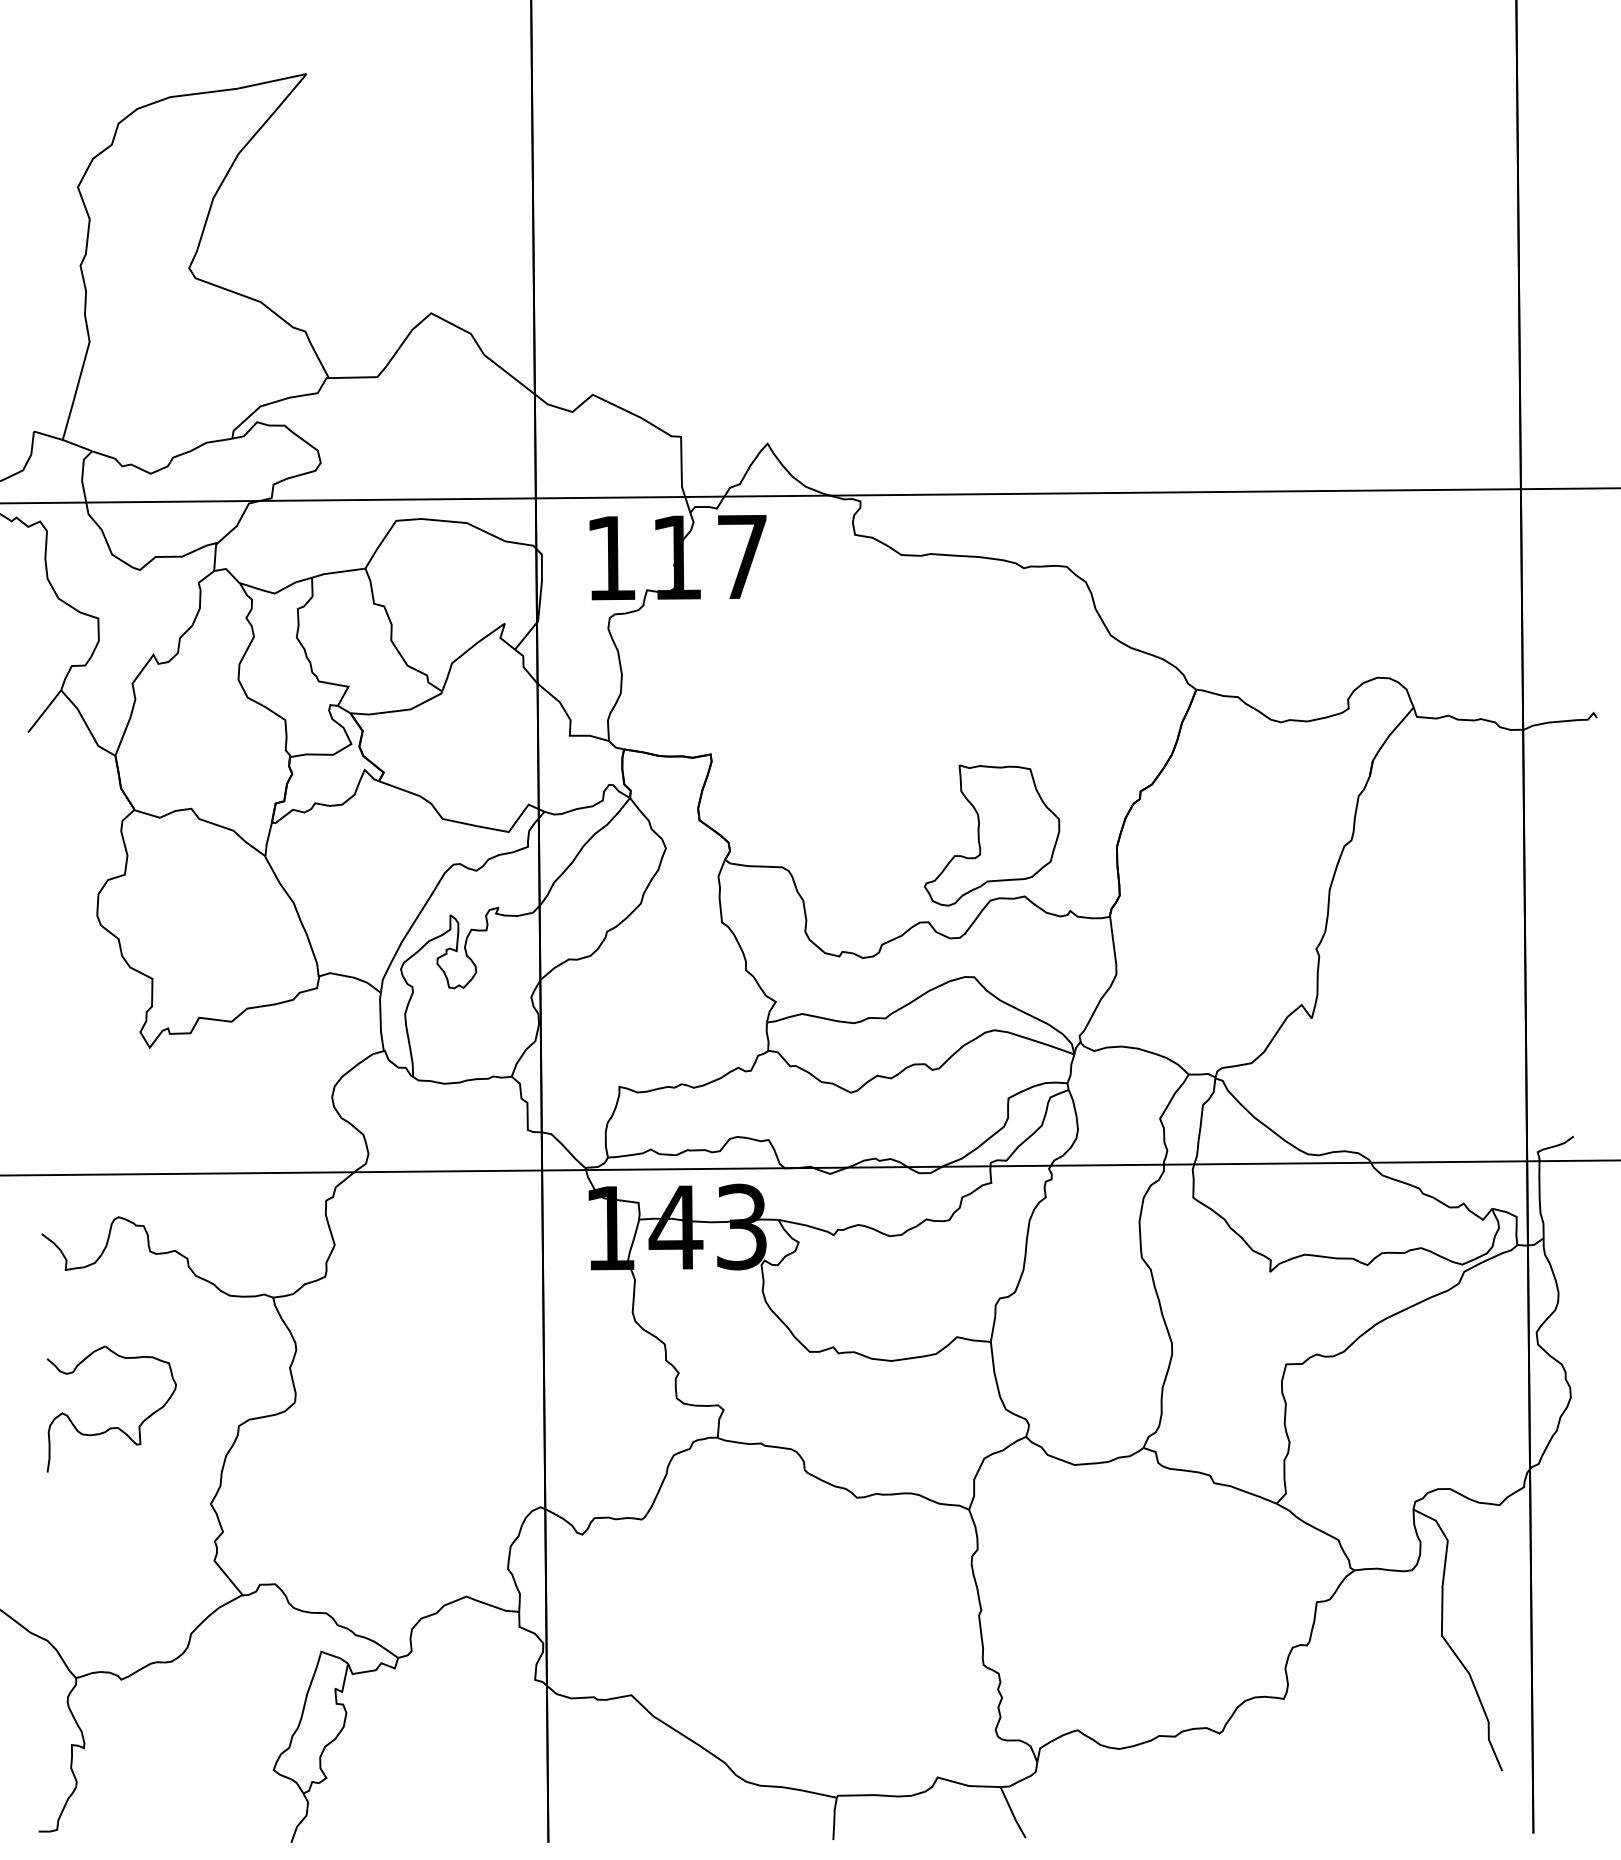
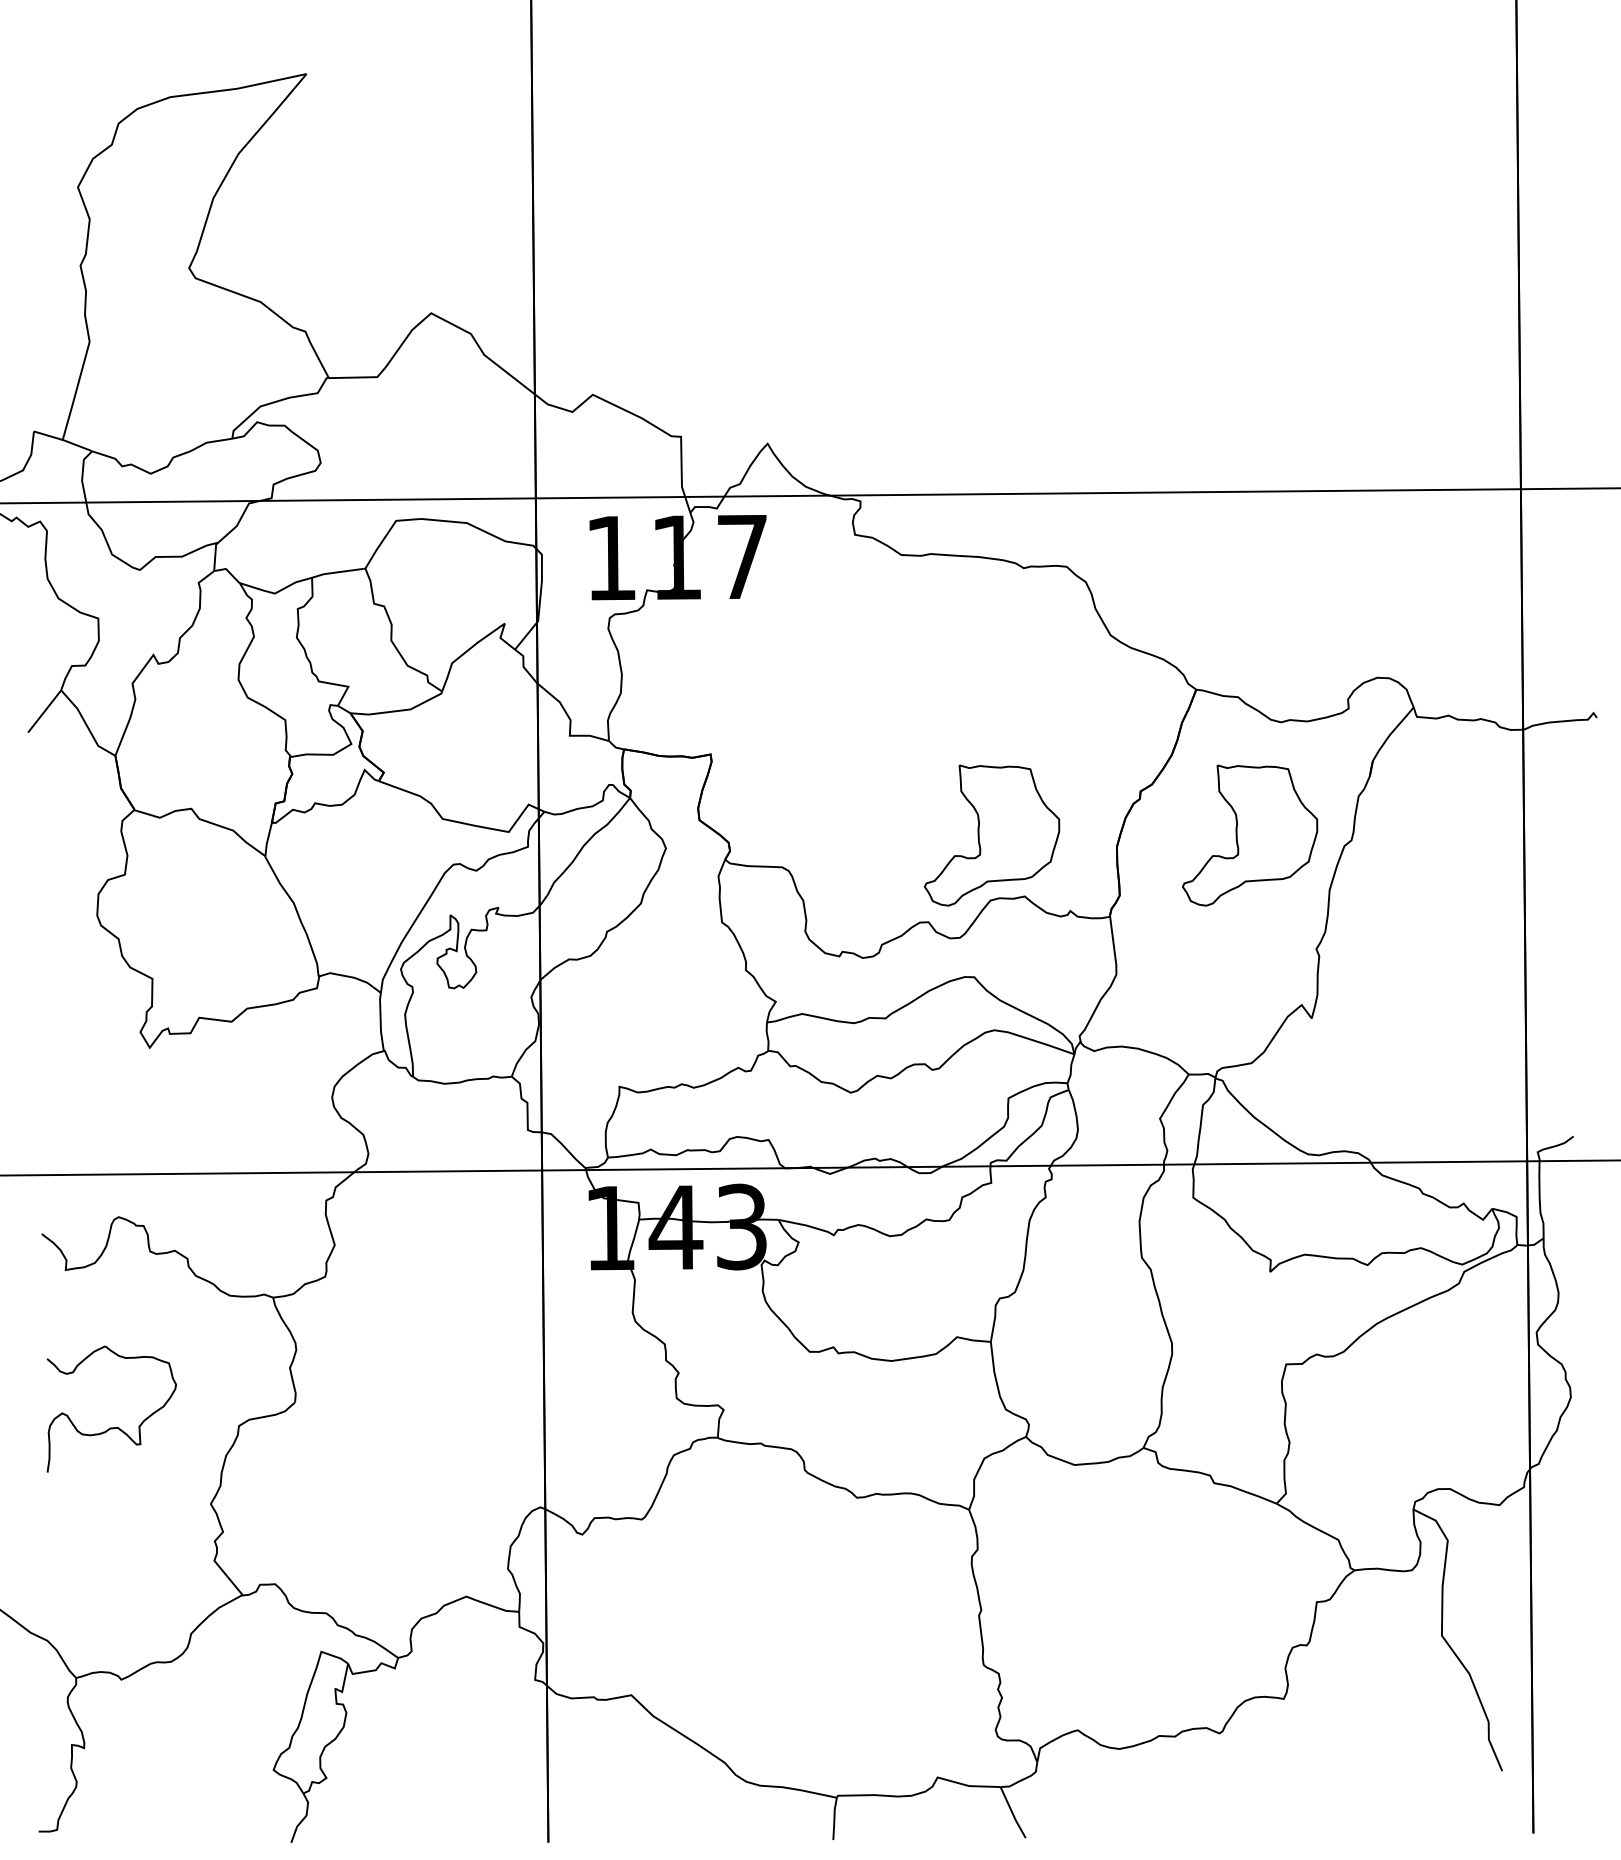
part at (1250, 835): none -> present
